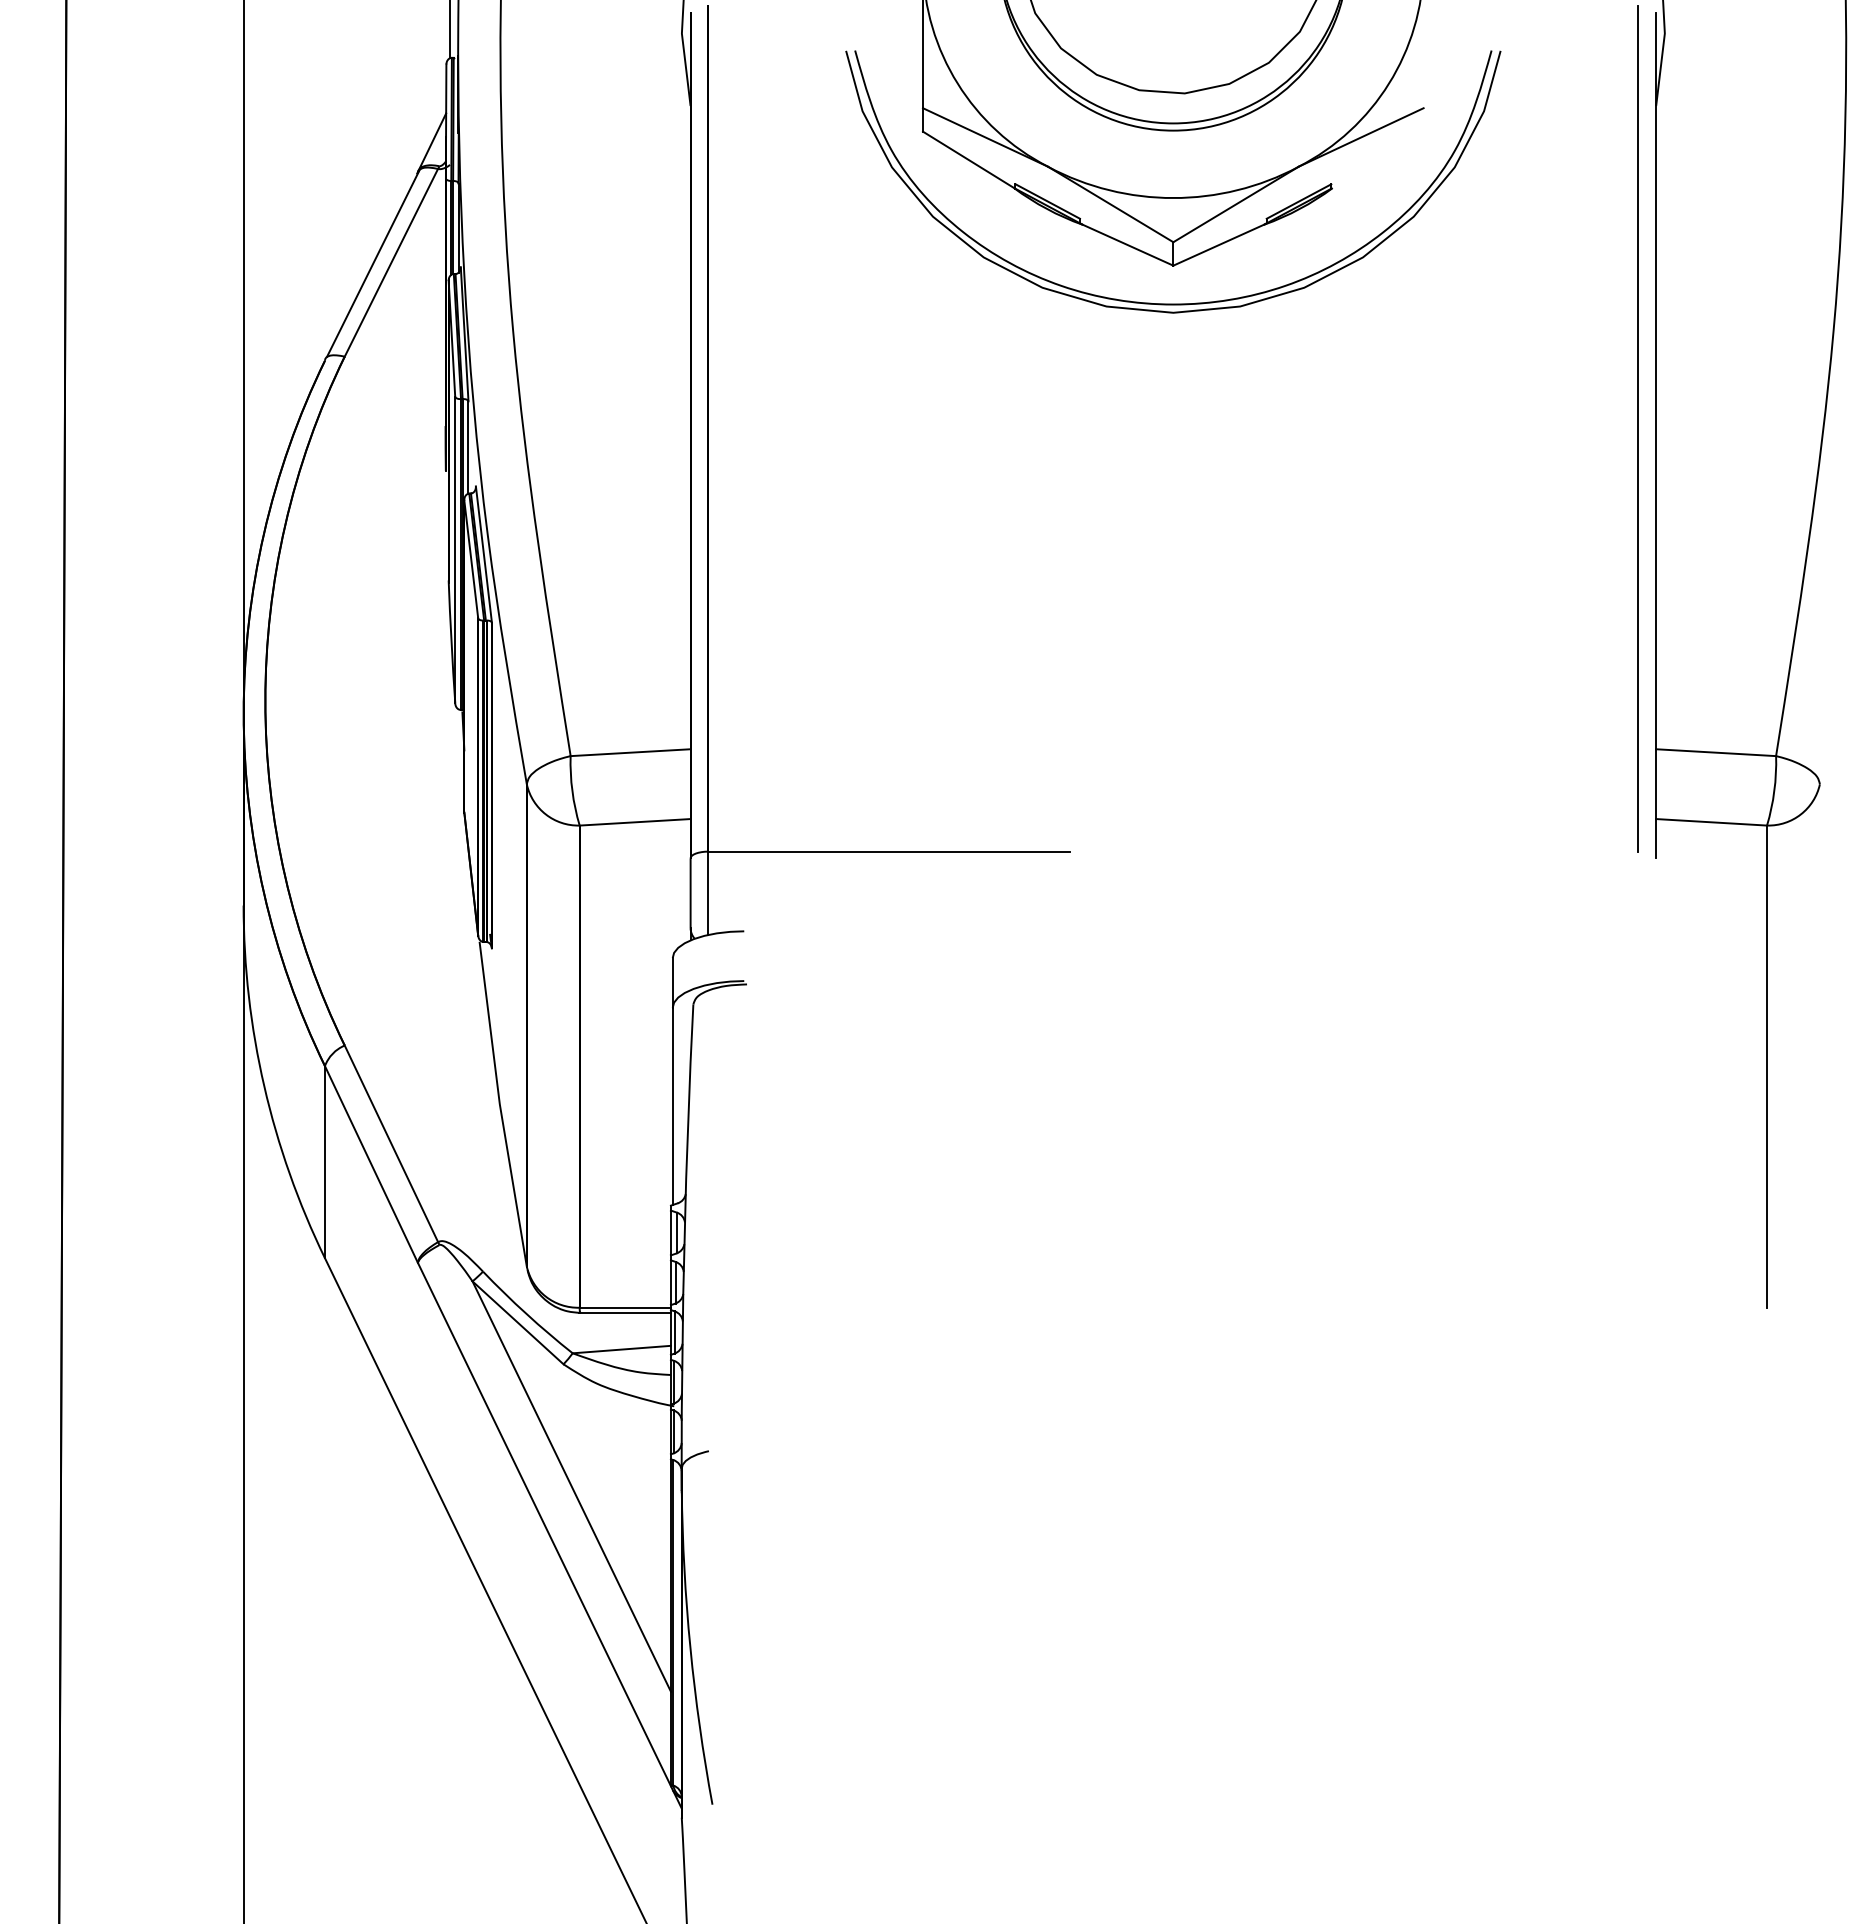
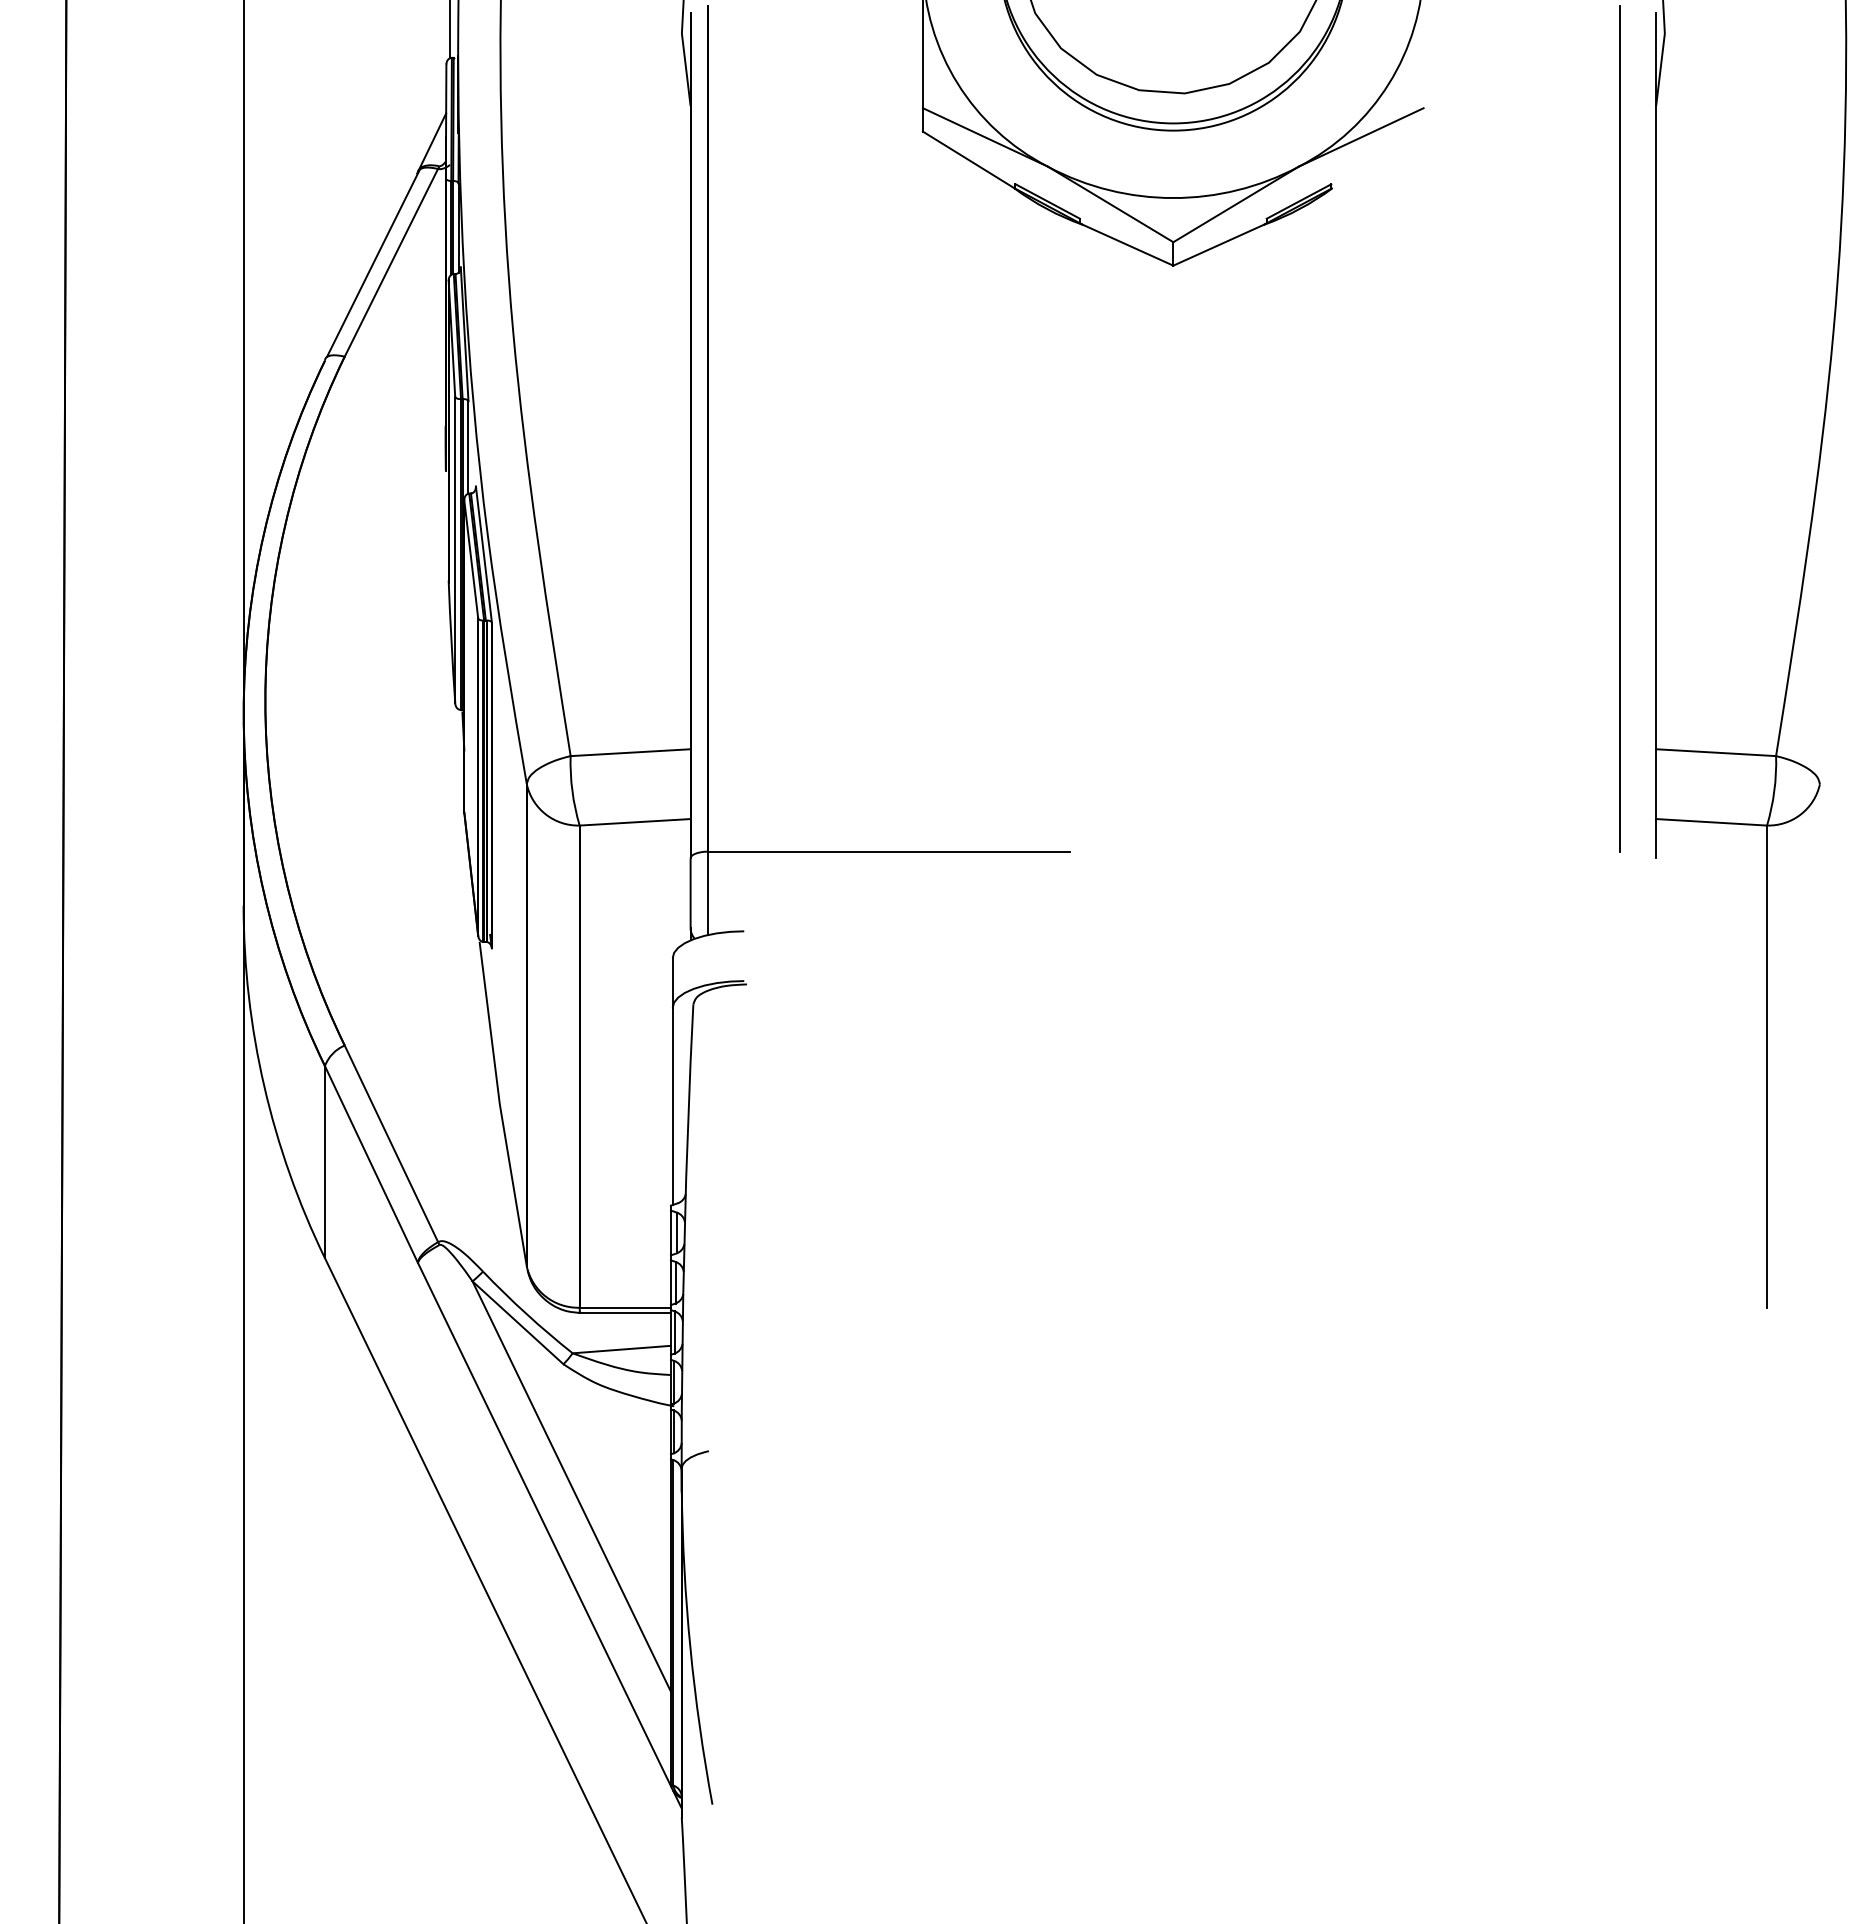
part at (1173, 303): present -> none
line at (1637, 428) position: (1637, 428) -> (1619, 428)
